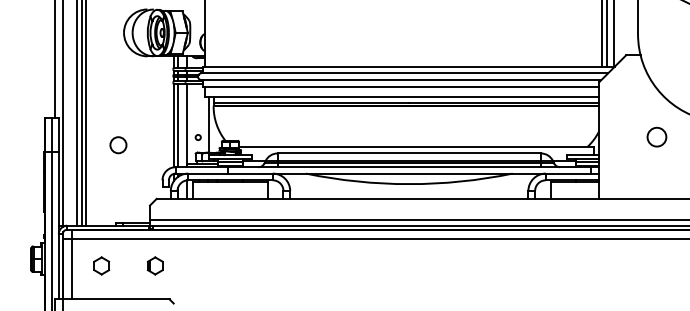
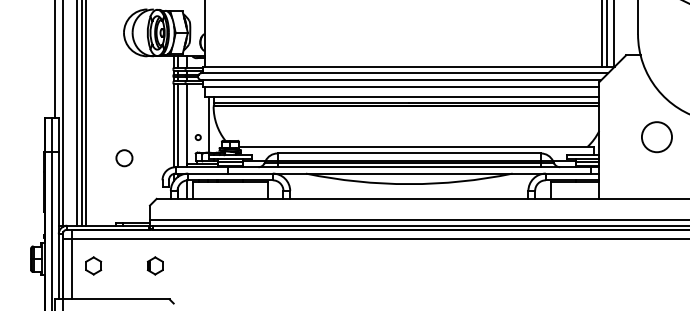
circle at (656, 136) diameter: 19 px -> 30 px
circle at (118, 145) position: (118, 145) -> (124, 158)
part at (101, 265) position: (101, 265) -> (93, 265)
